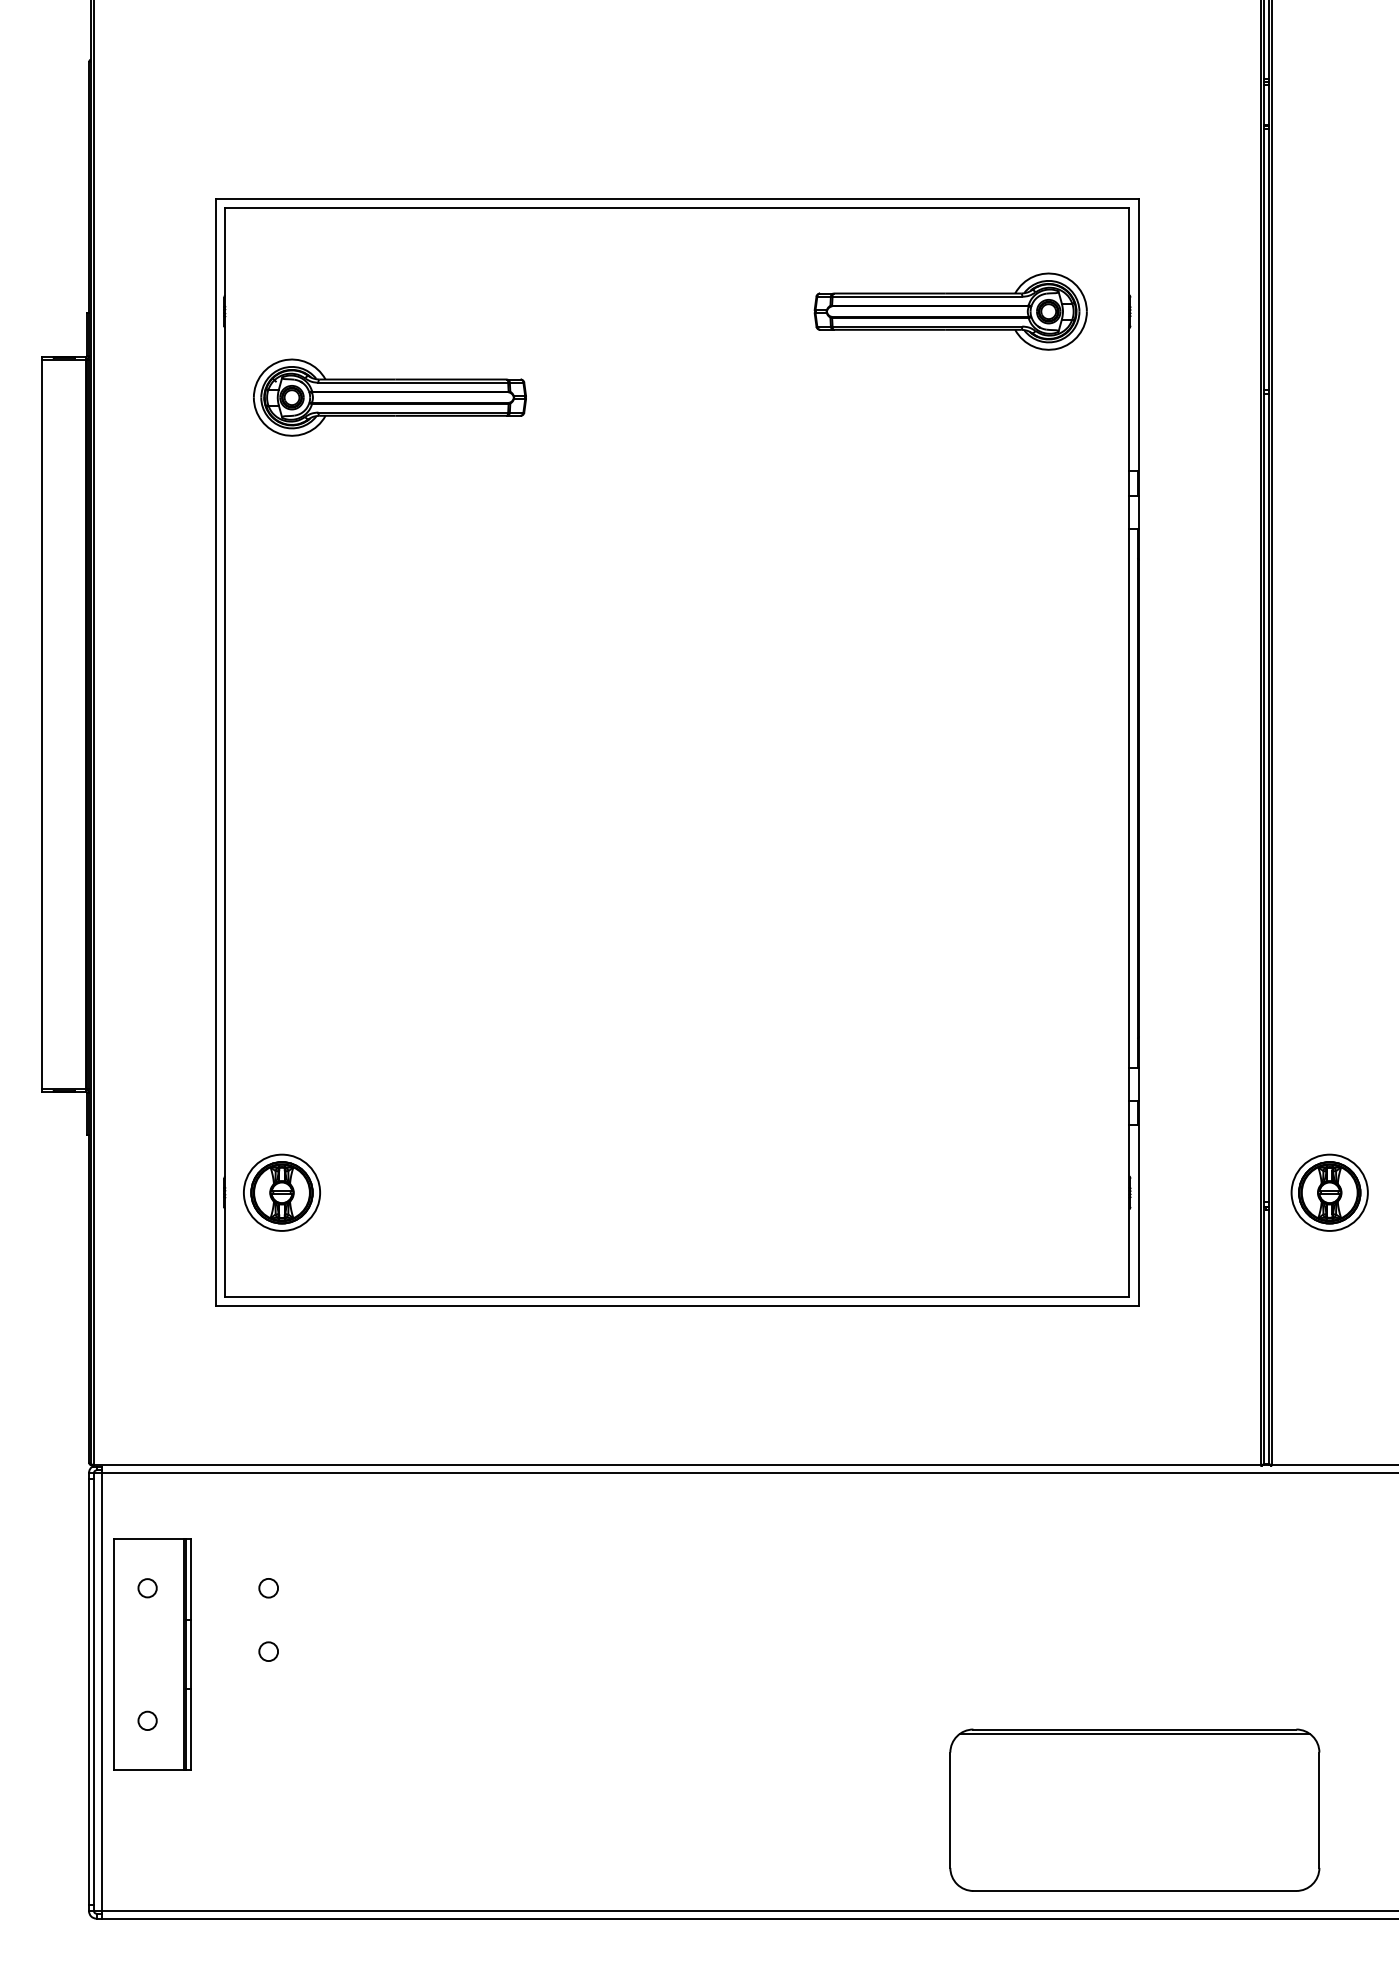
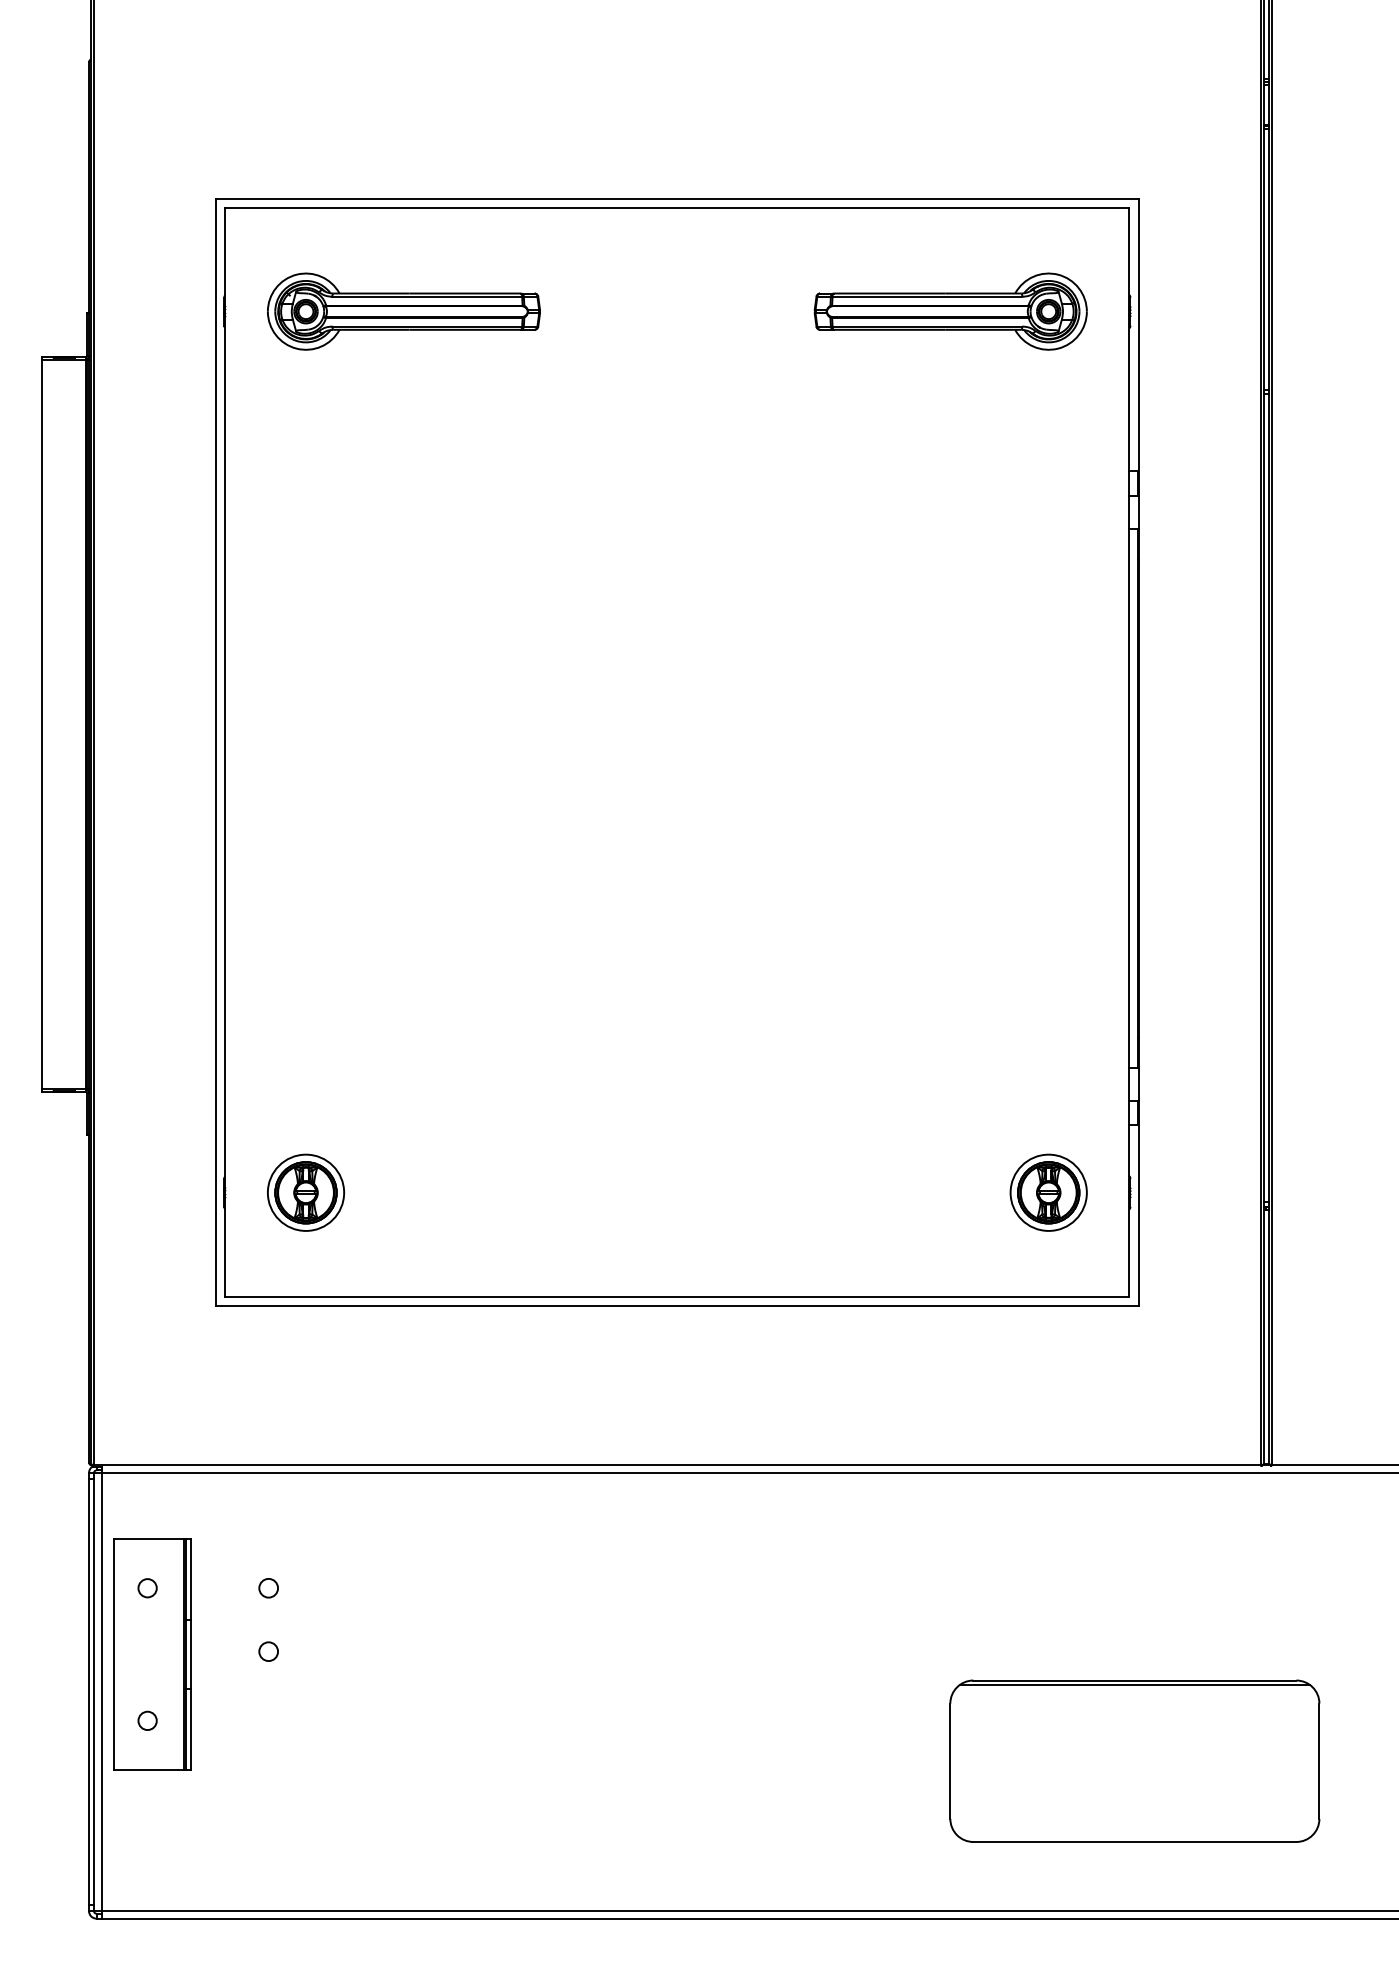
part at (389, 397) position: (389, 397) -> (403, 311)
part at (281, 1192) position: (281, 1192) -> (305, 1192)
part at (1329, 1192) position: (1329, 1192) -> (1048, 1192)
part at (1134, 1809) position: (1134, 1809) -> (1134, 1760)
